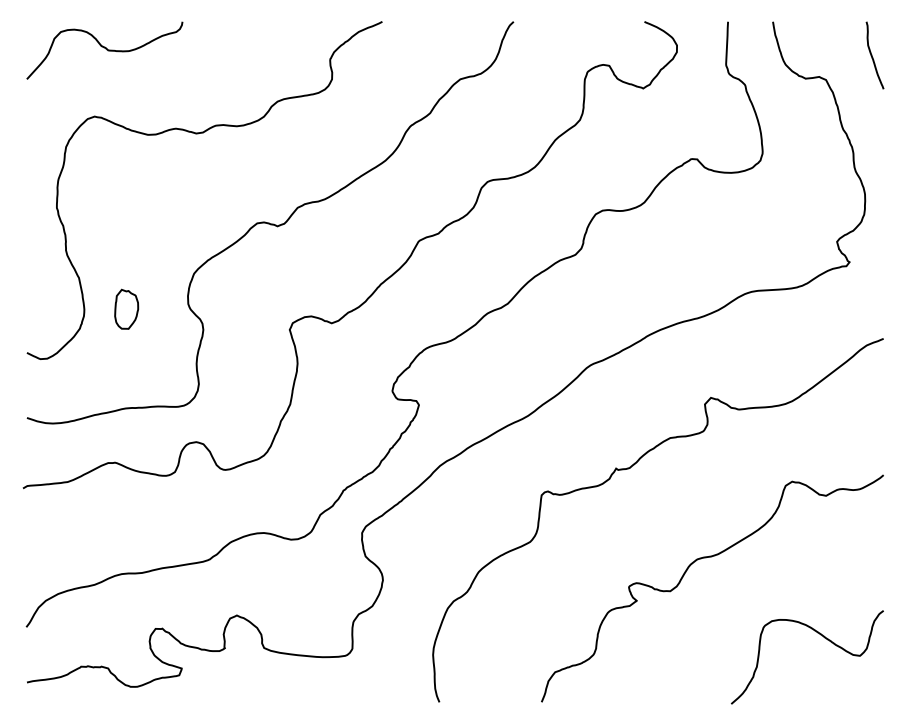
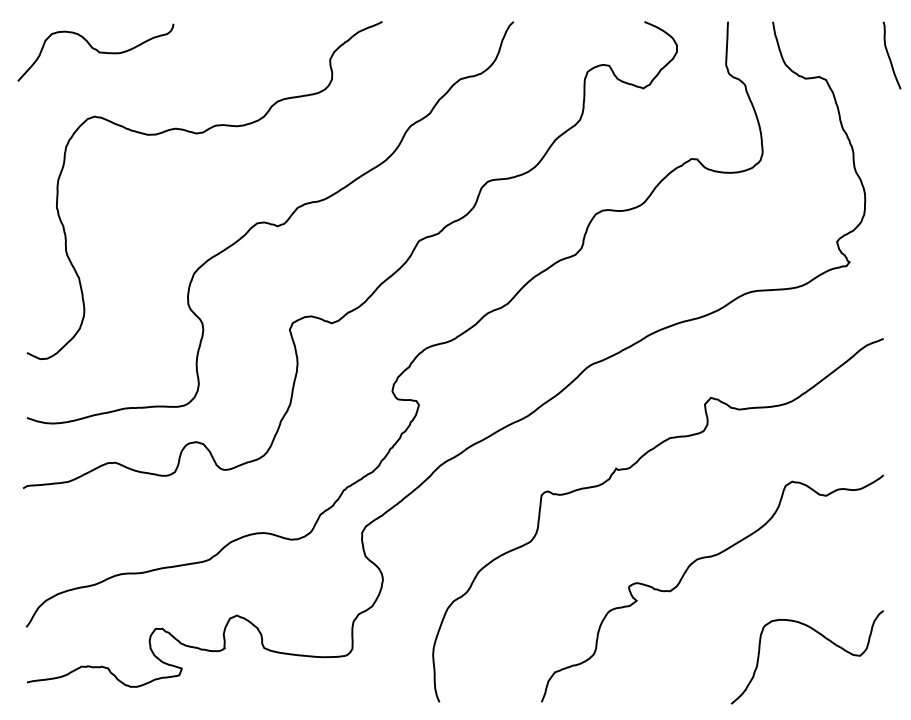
curve at (105, 49) position: (105, 49) -> (96, 51)
curve at (872, 55) position: (872, 55) -> (889, 55)
part at (126, 308): present -> none
